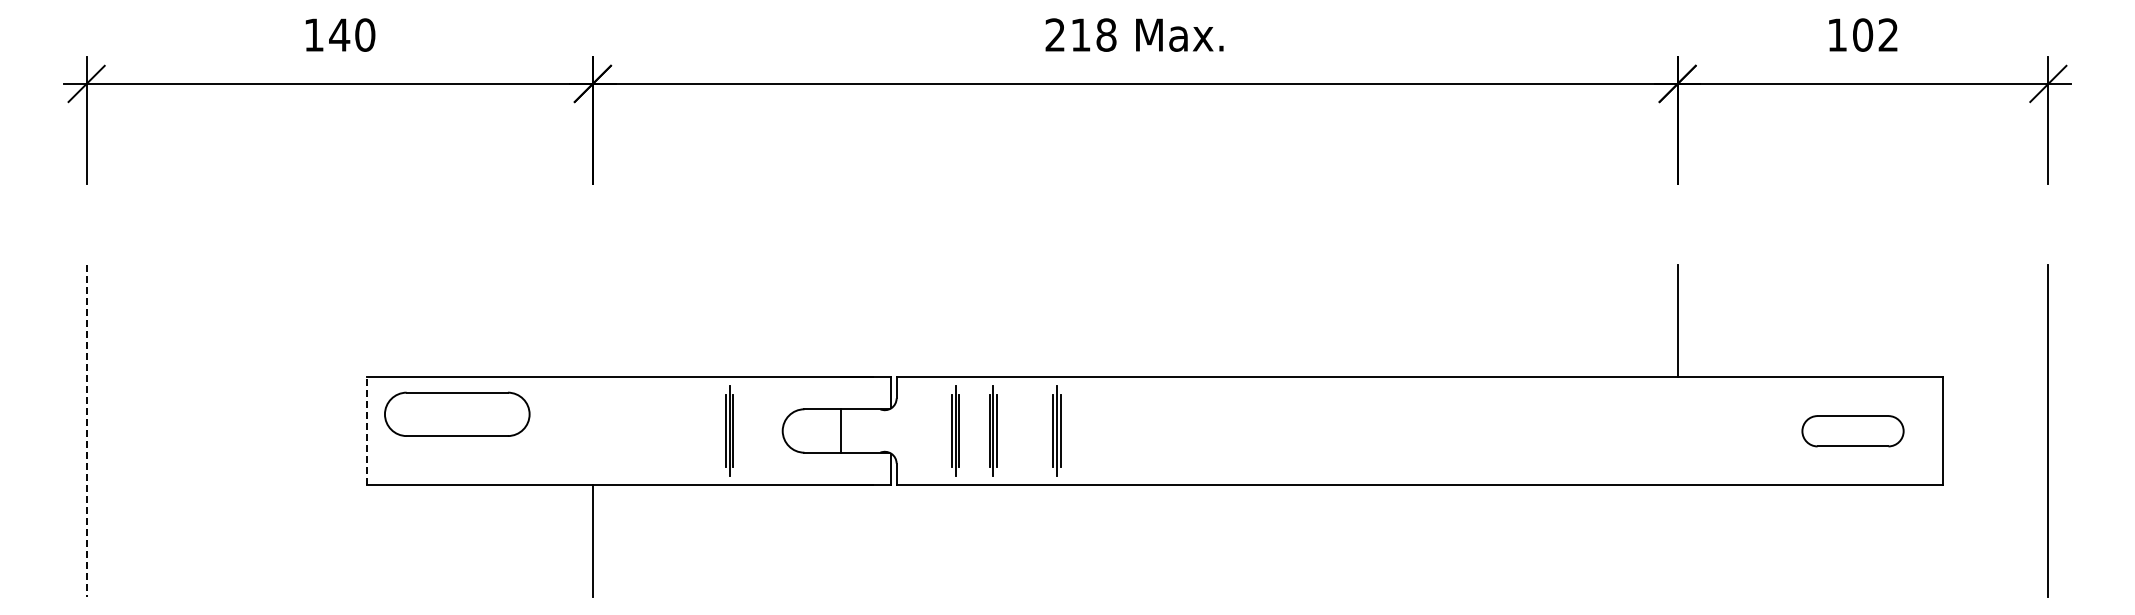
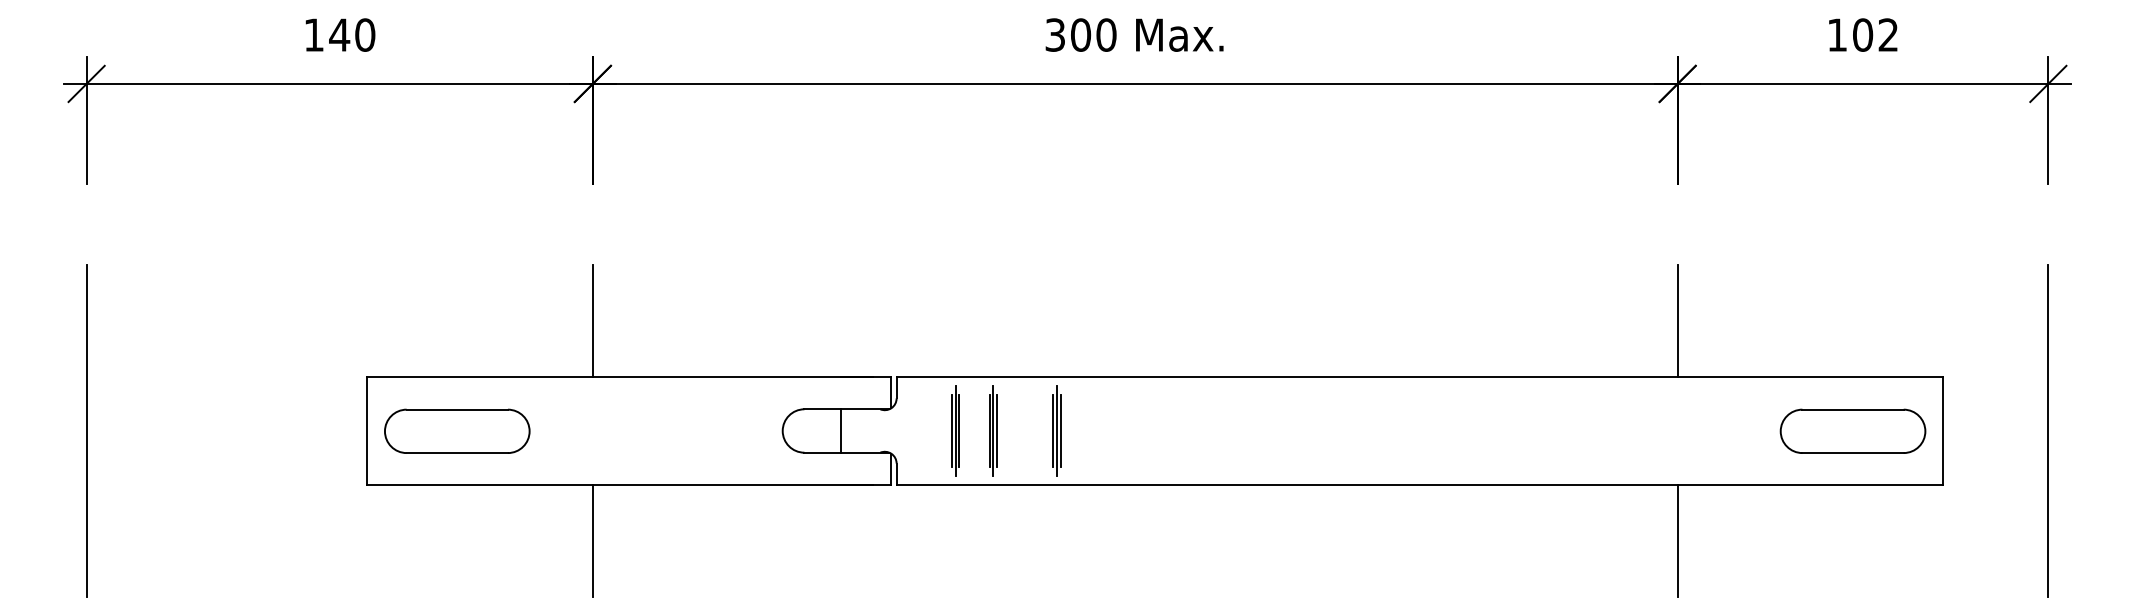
text at (1080, 34): 218 -> 300
line at (592, 320): none -> present
part at (457, 413) position: (457, 413) -> (457, 430)
line at (366, 430): dashed -> solid
part at (729, 430): present -> none
line at (86, 431): dashed -> solid
part at (1852, 431) size: 104x33 px -> 148x46 px
line at (1677, 540): none -> present
